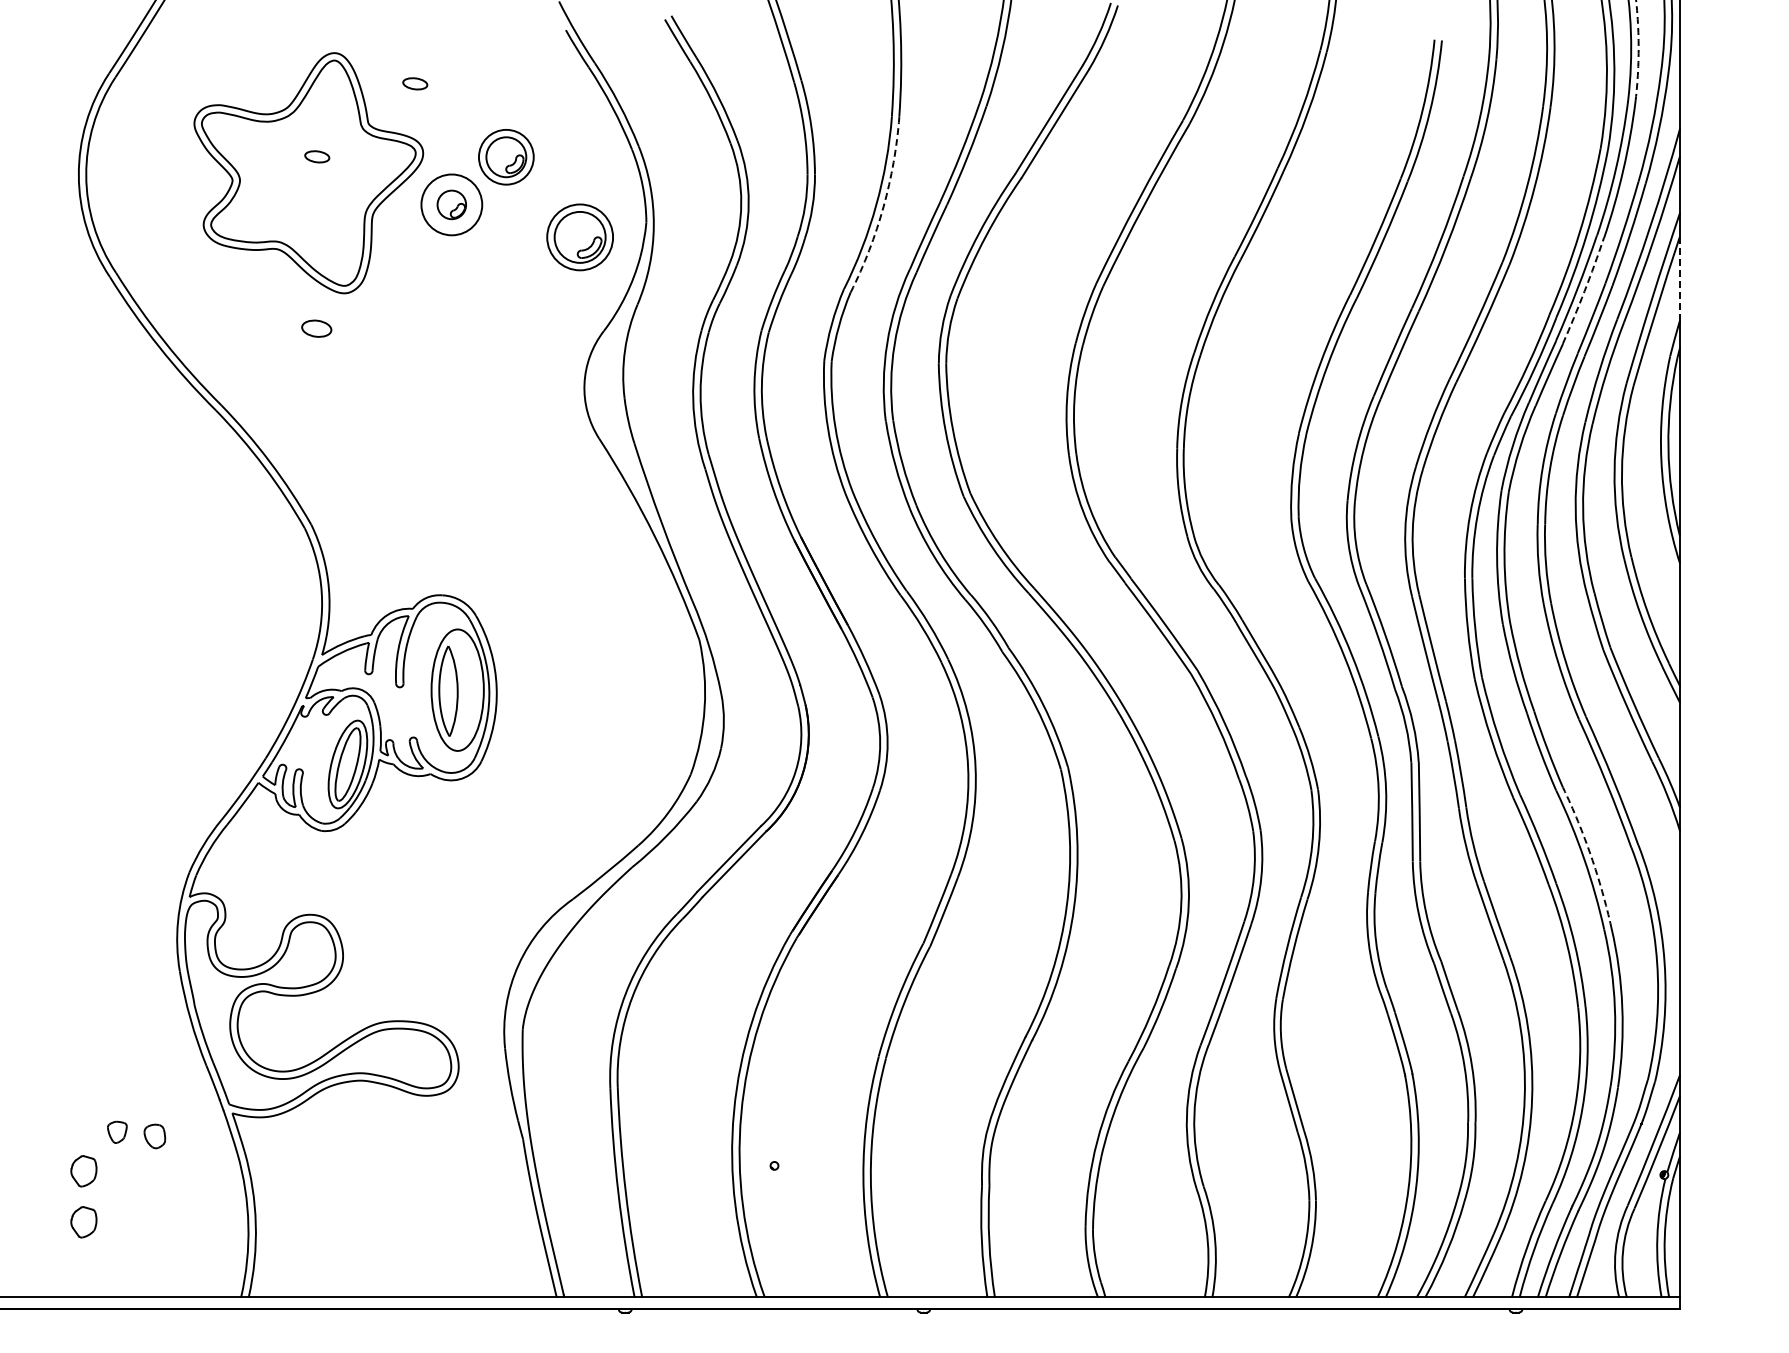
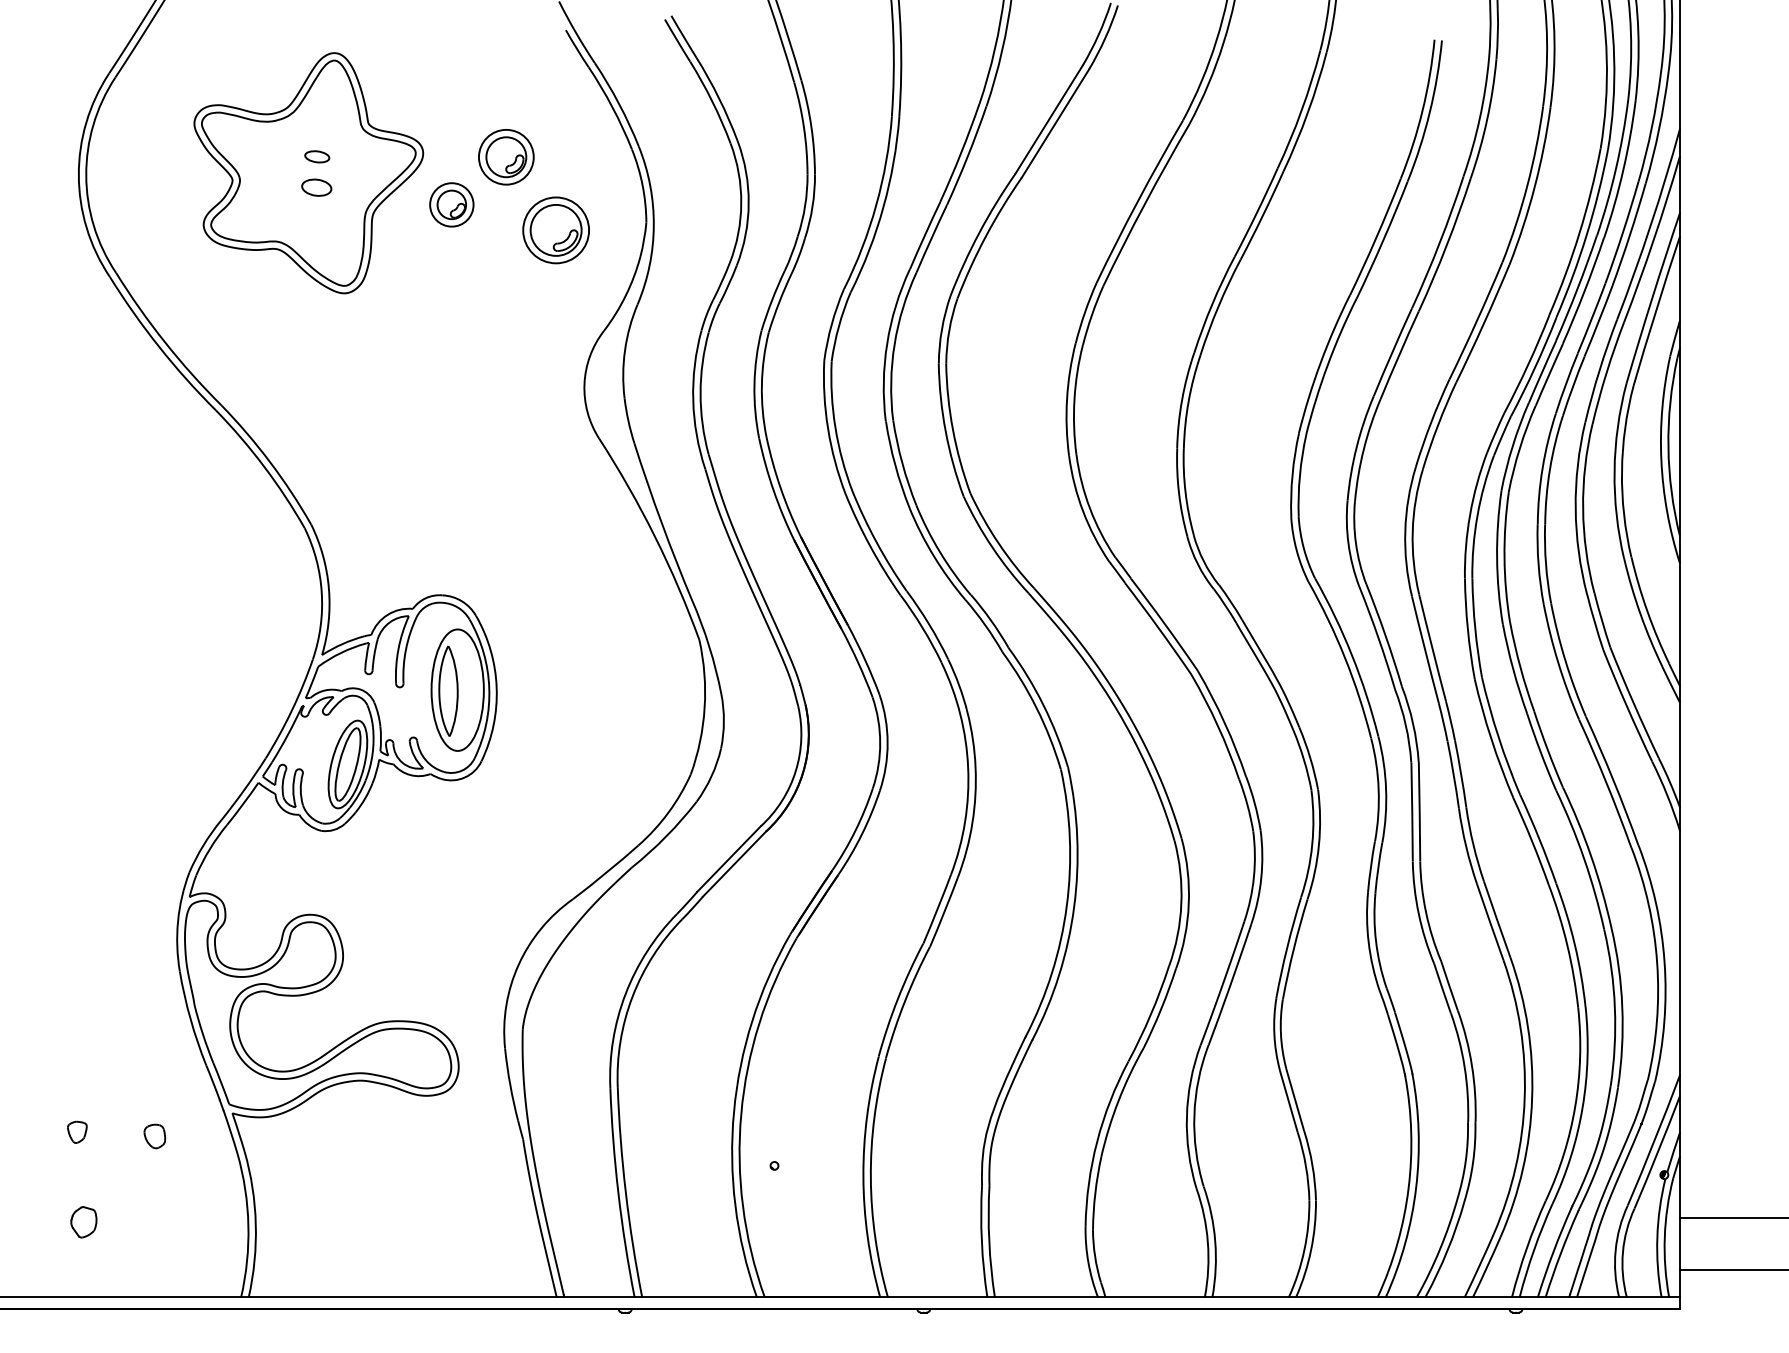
arc at (1638, 50): dashed -> solid
part at (415, 83): present -> none
circle at (451, 204) diameter: 61 px -> 43 px
arc at (883, 206): dashed -> solid
part at (579, 237) position: (579, 237) -> (555, 230)
line at (1679, 278): dashed -> solid
arc at (1584, 291): dashed -> solid
part at (316, 328) position: (316, 328) -> (316, 187)
arc at (1591, 856): dashed -> solid
part at (117, 1131) position: (117, 1131) -> (77, 1131)
part at (83, 1171): present -> none
line at (1732, 1218): none -> present
line at (1732, 1269): none -> present
